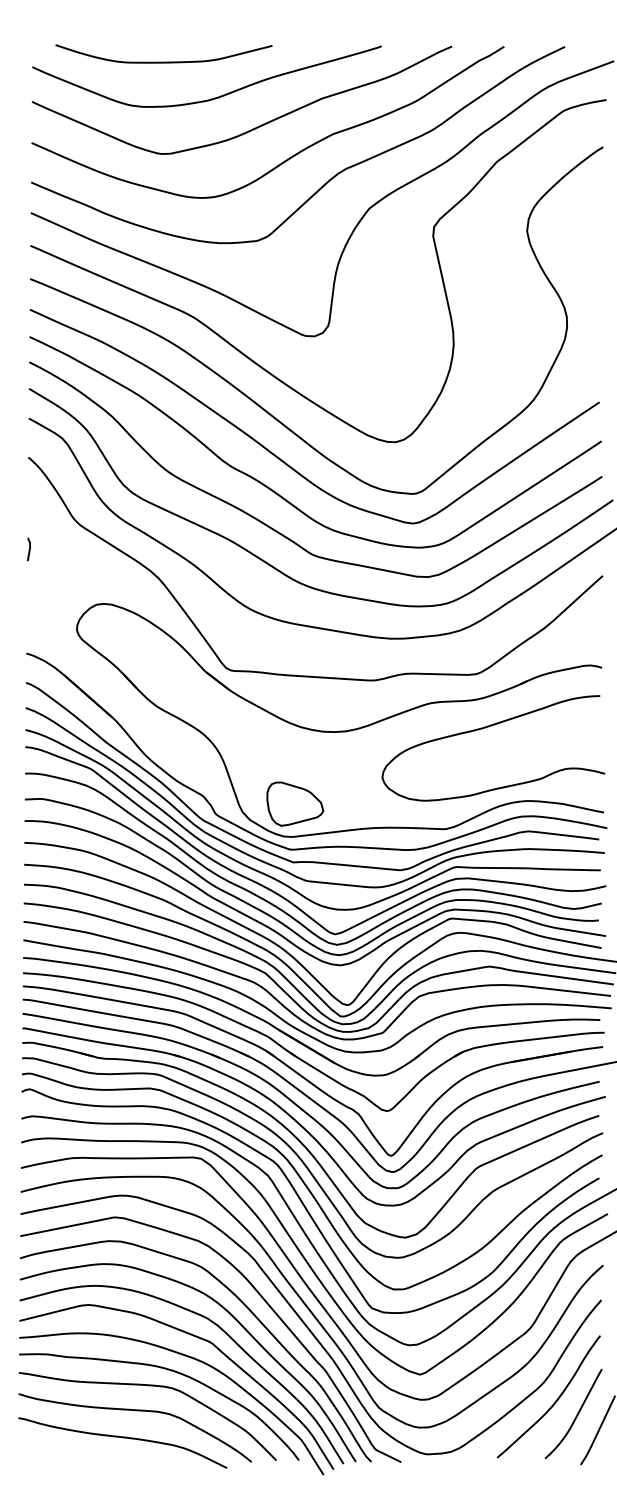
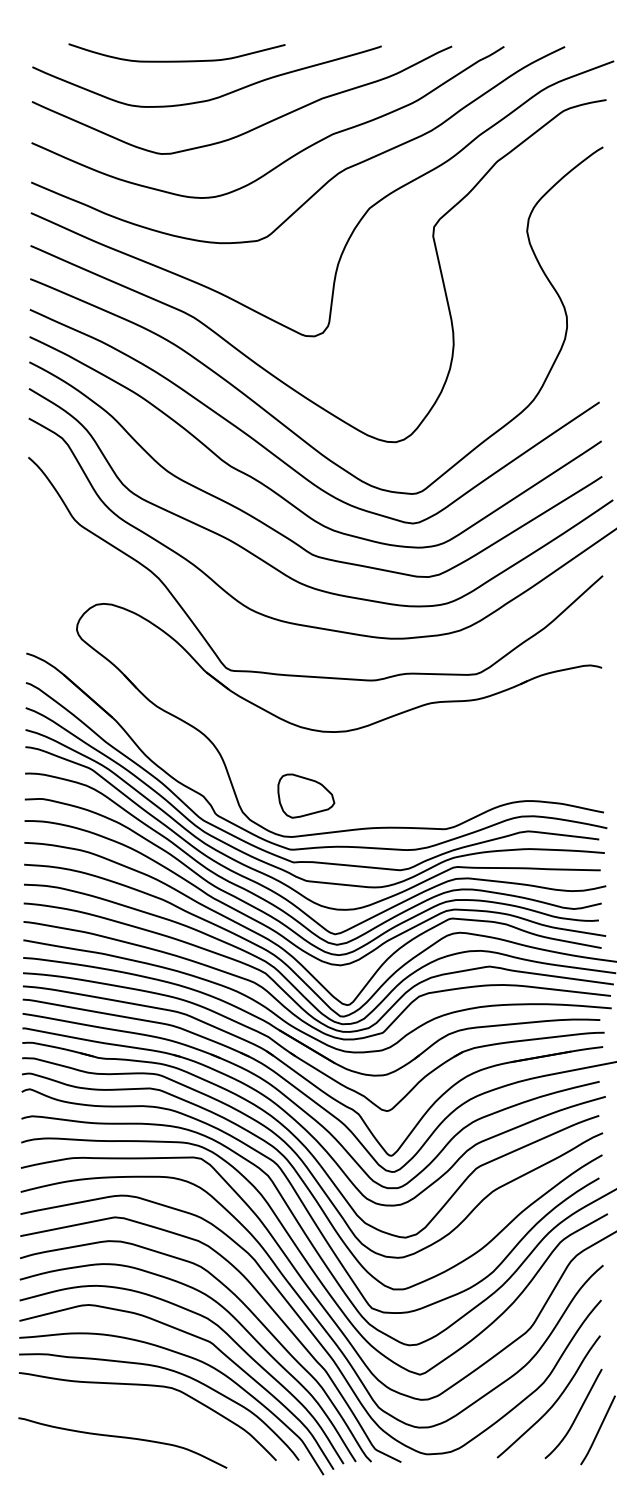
curve at (163, 61) position: (163, 61) -> (176, 60)
curve at (28, 549): present -> none
curve at (485, 728): present -> none
part at (295, 803) position: (295, 803) -> (306, 795)
curve at (135, 1411): present -> none
